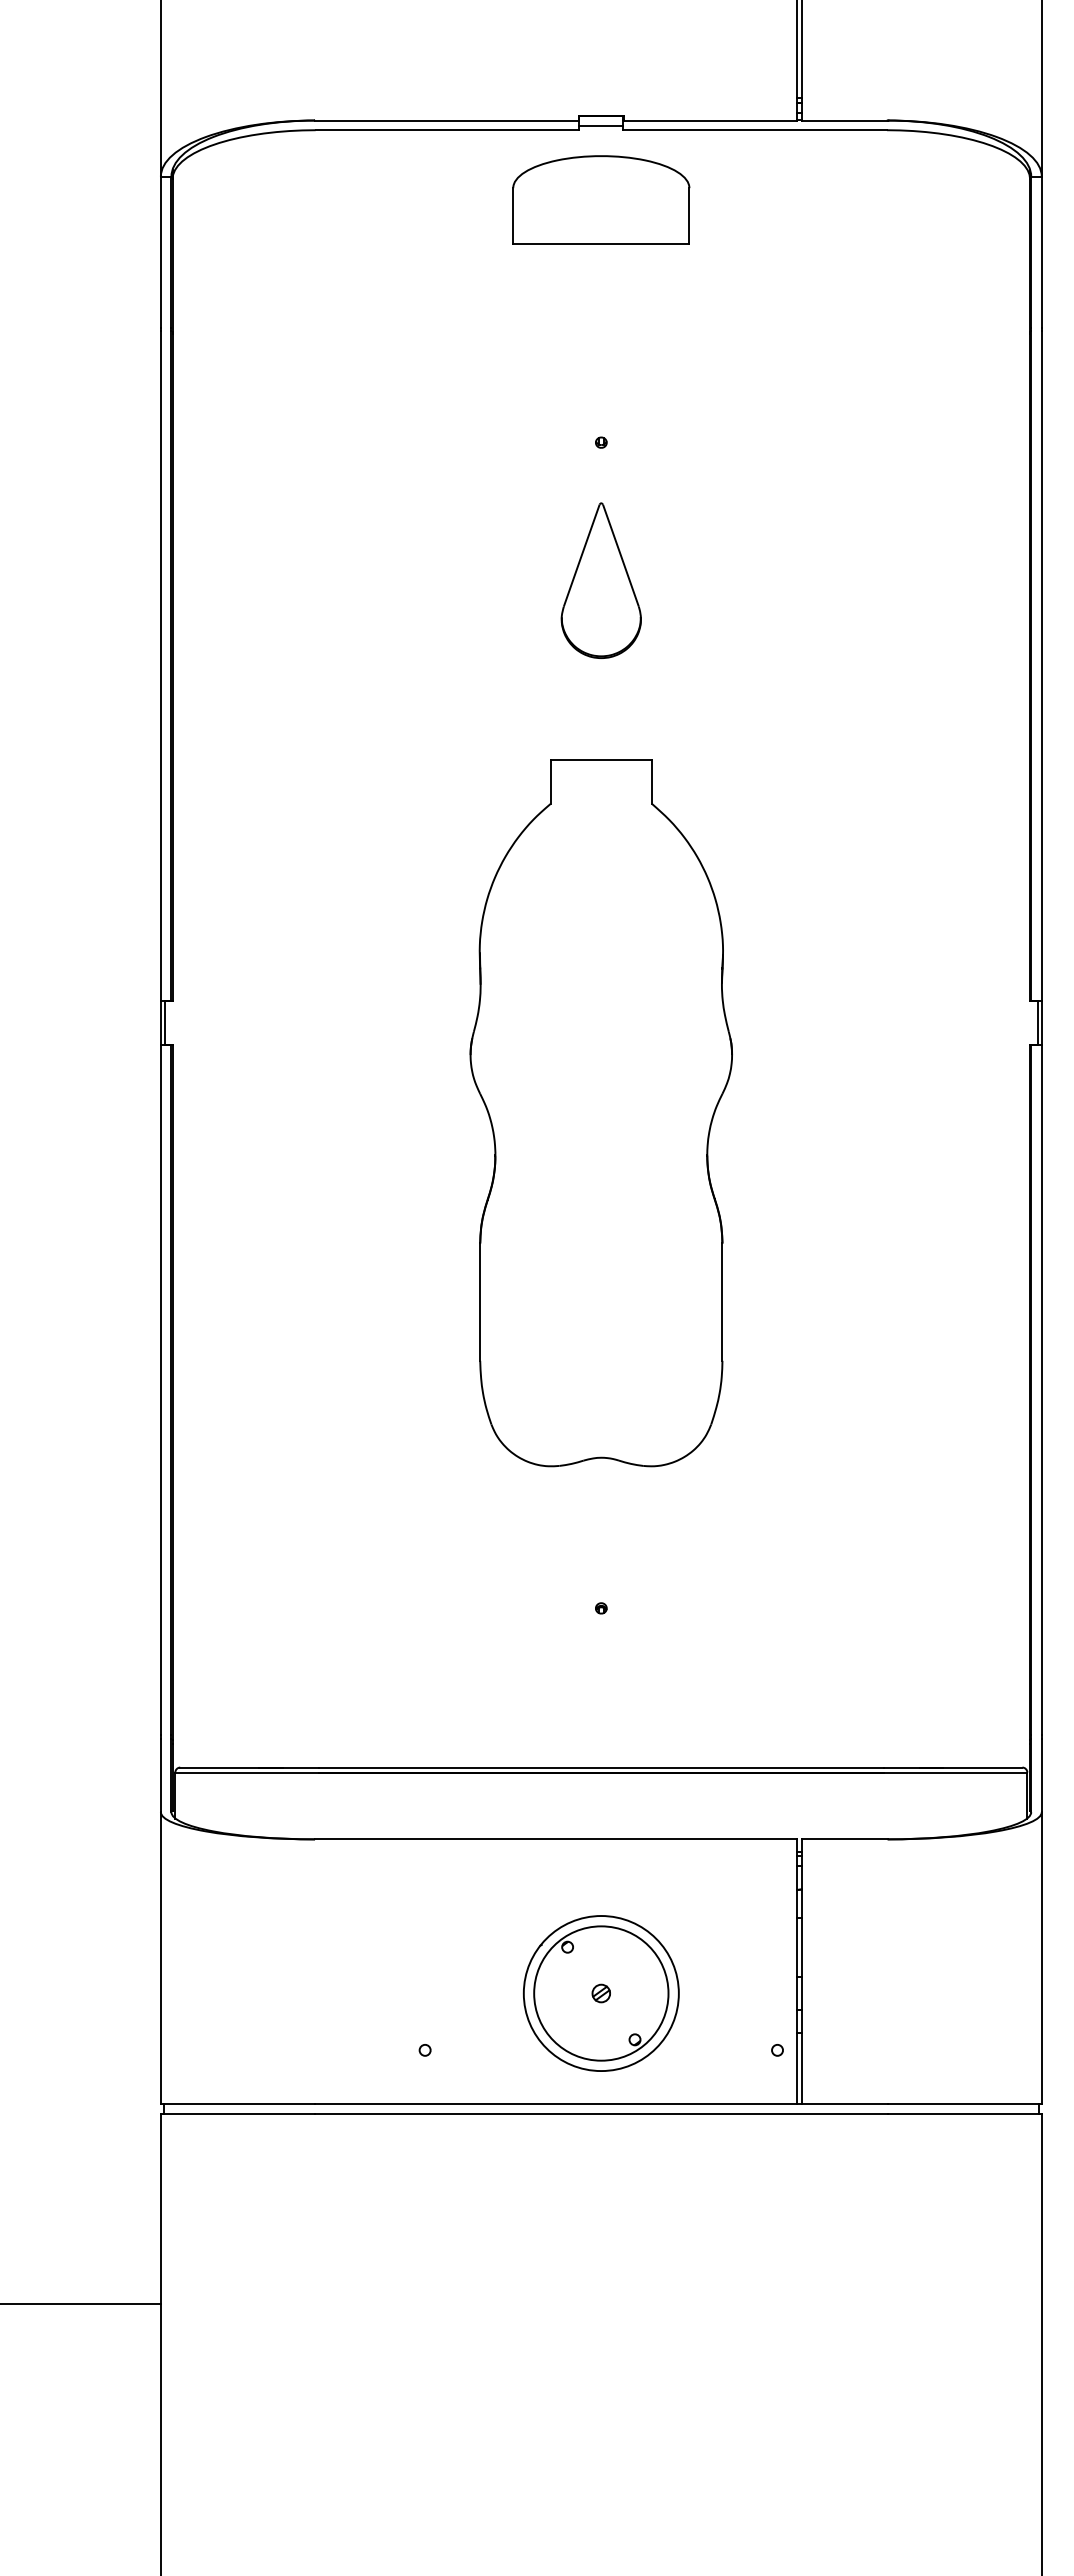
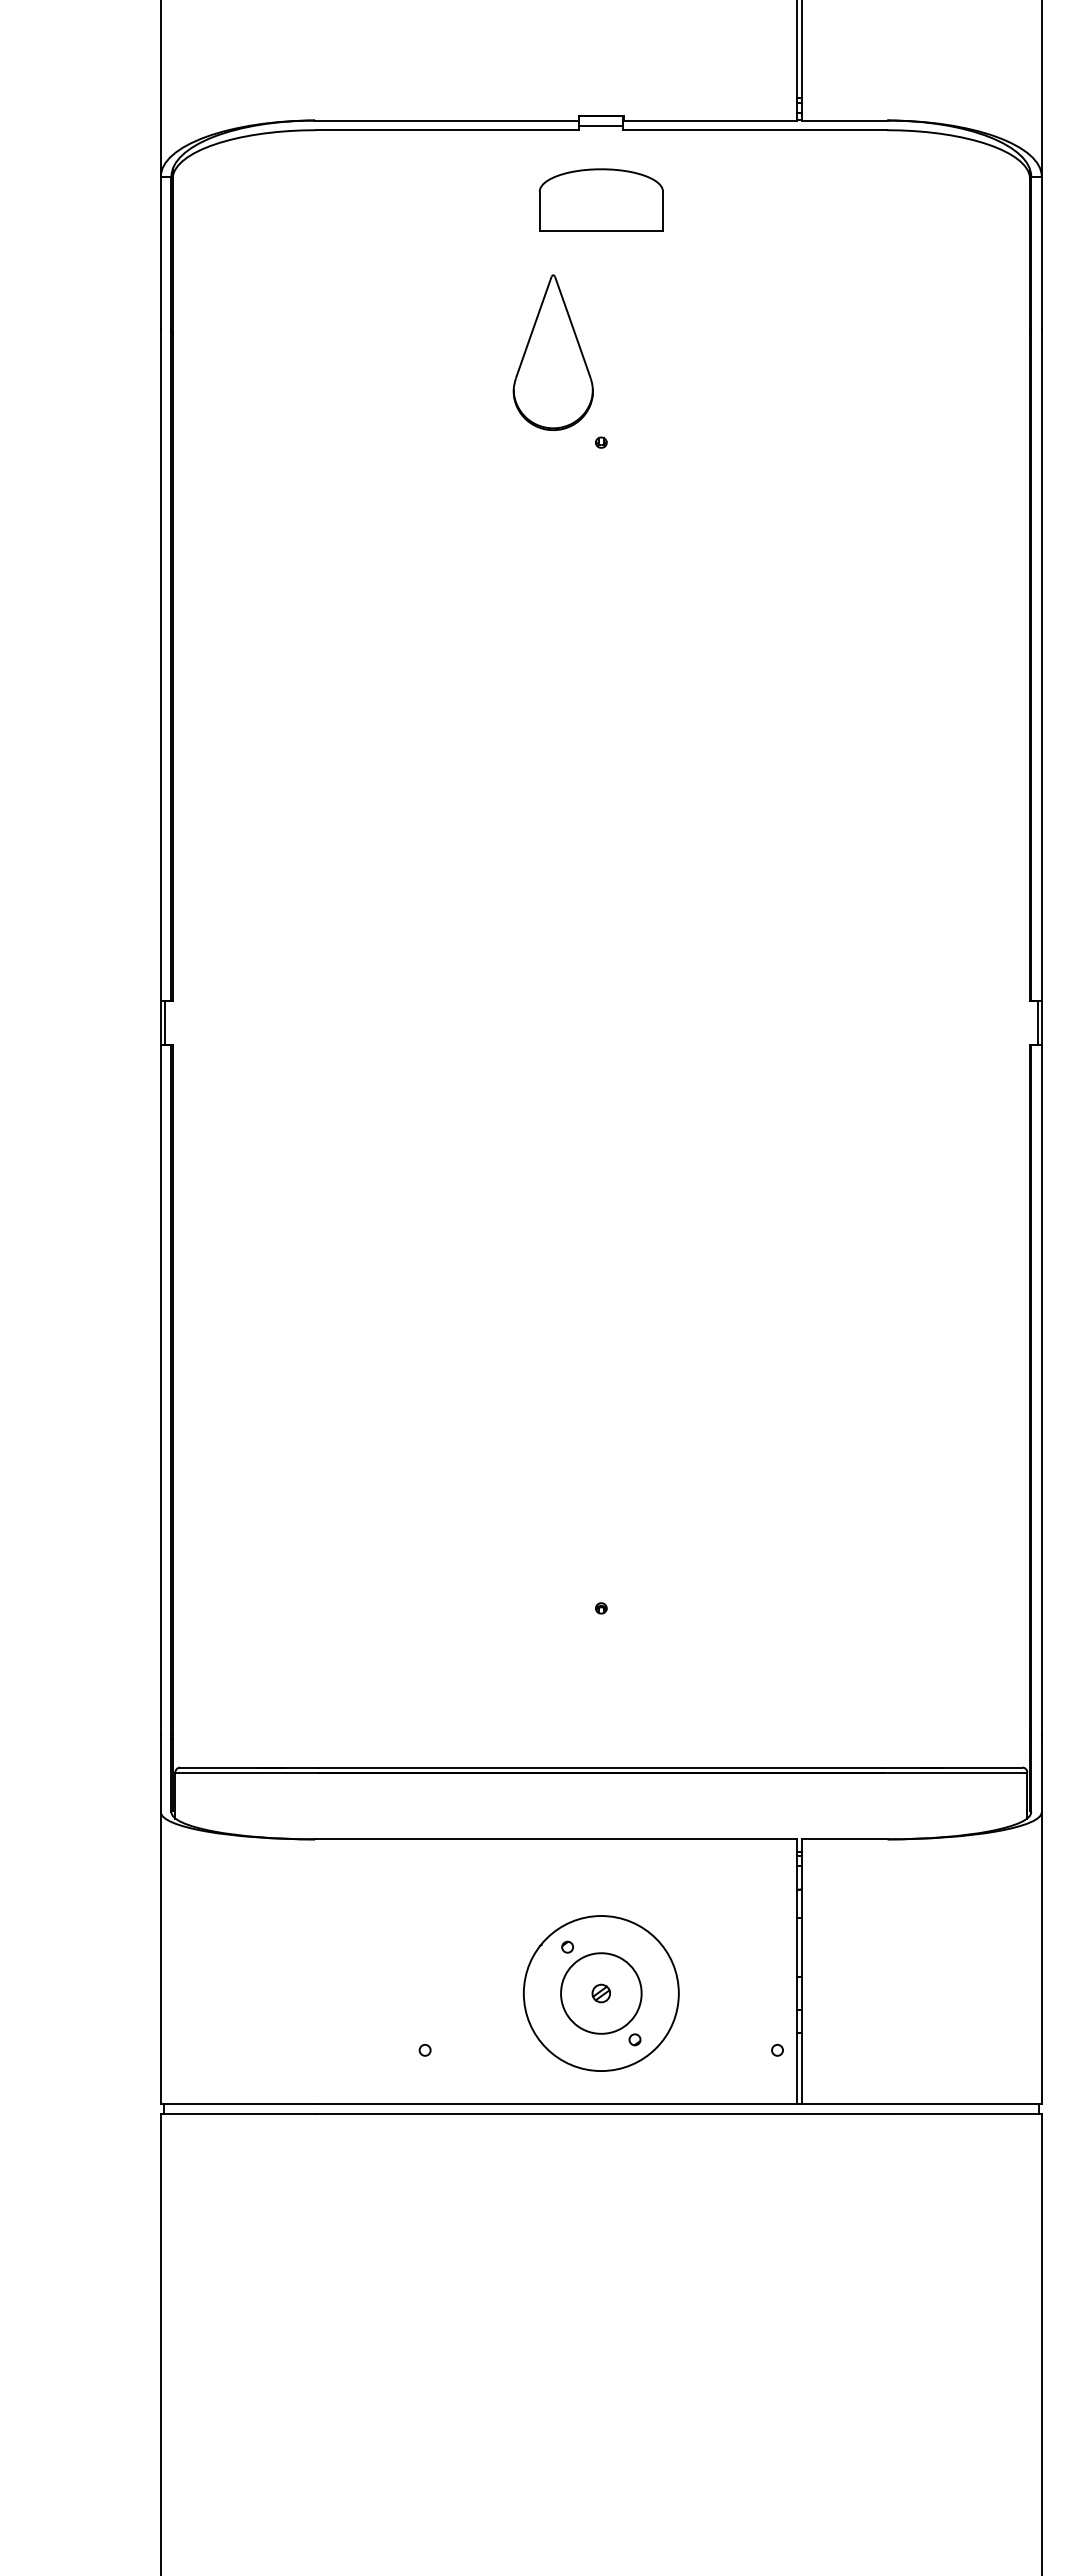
part at (601, 199) size: 179x90 px -> 126x64 px
part at (600, 580) position: (600, 580) -> (552, 352)
part at (600, 1113): present -> none
circle at (601, 1993) diameter: 134 px -> 81 px
line at (81, 2304): present -> none
